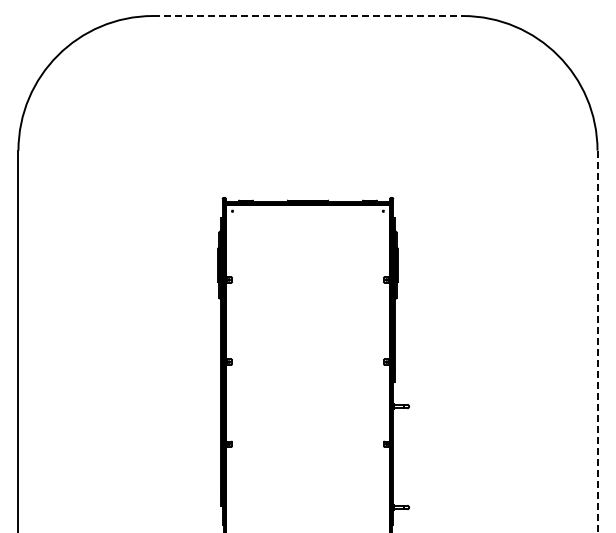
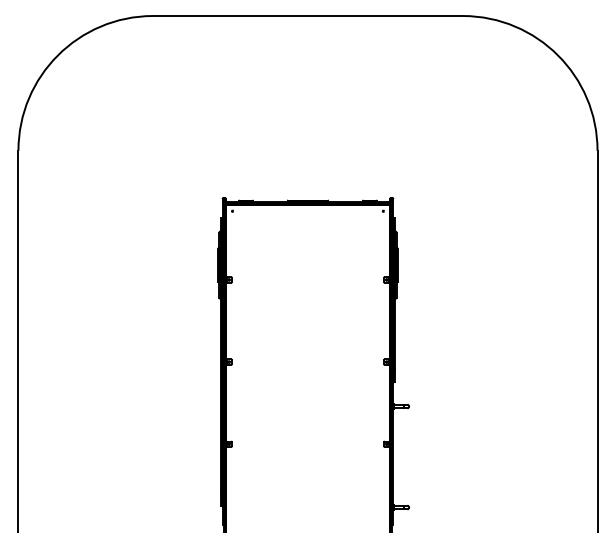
line at (308, 16): dashed -> solid
line at (597, 341): dashed -> solid
